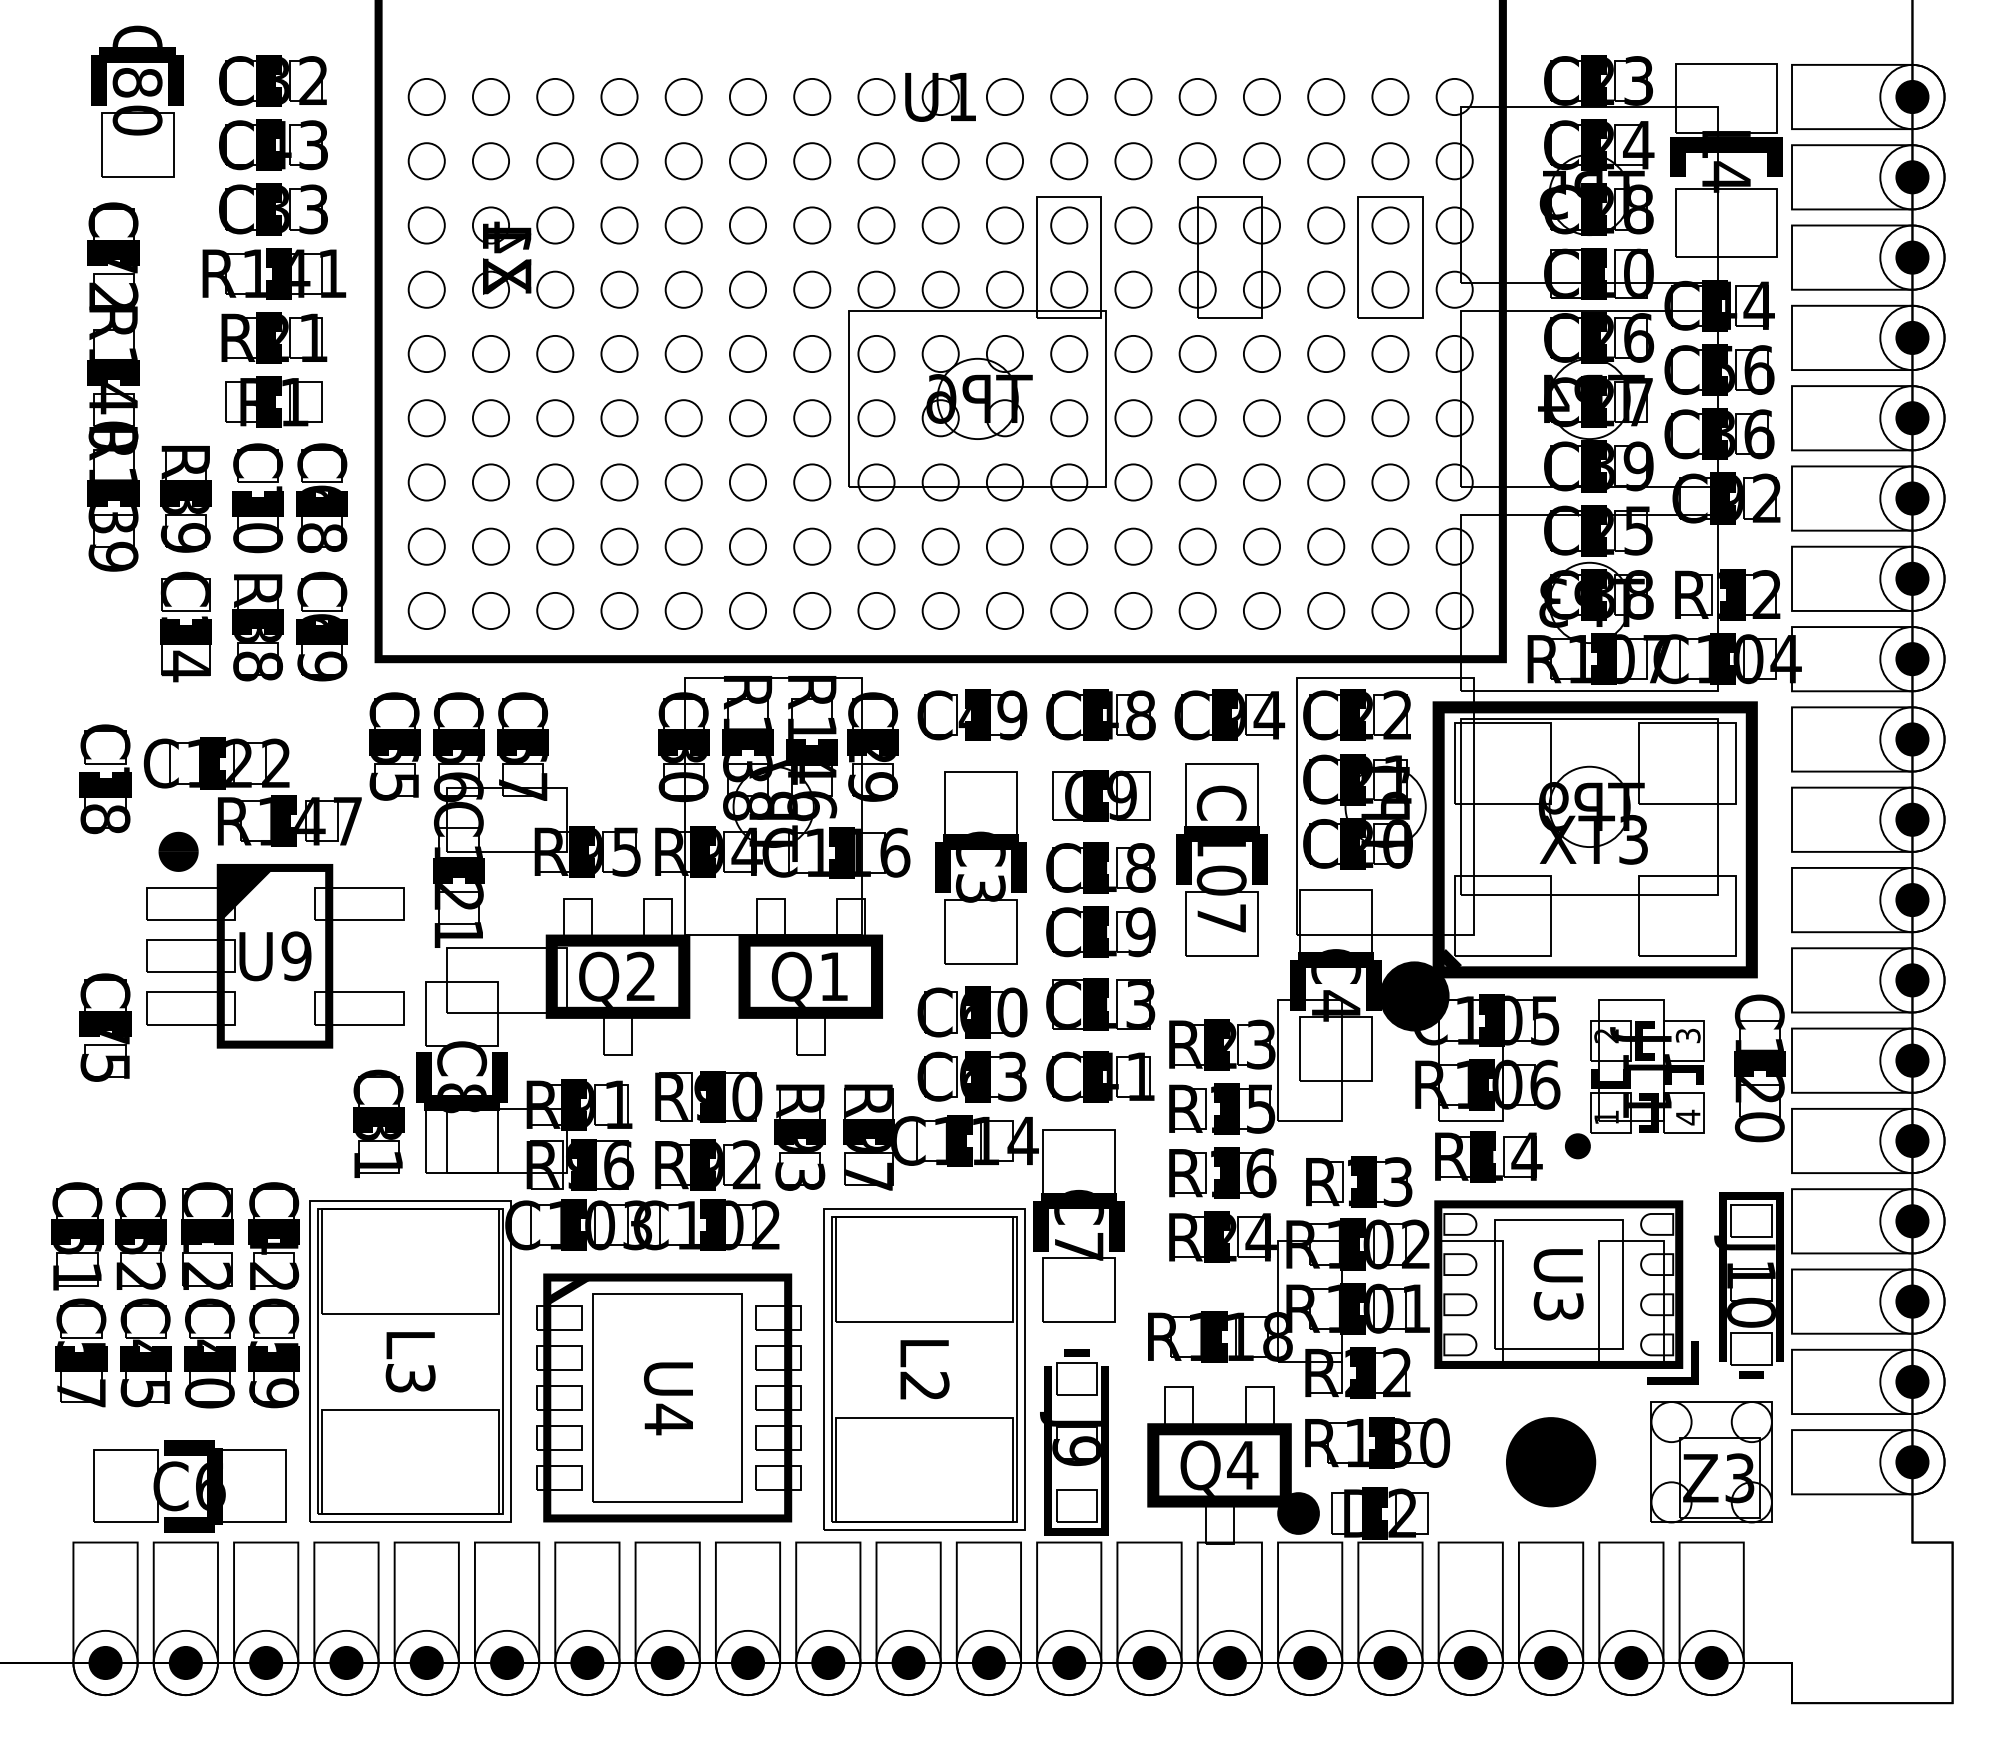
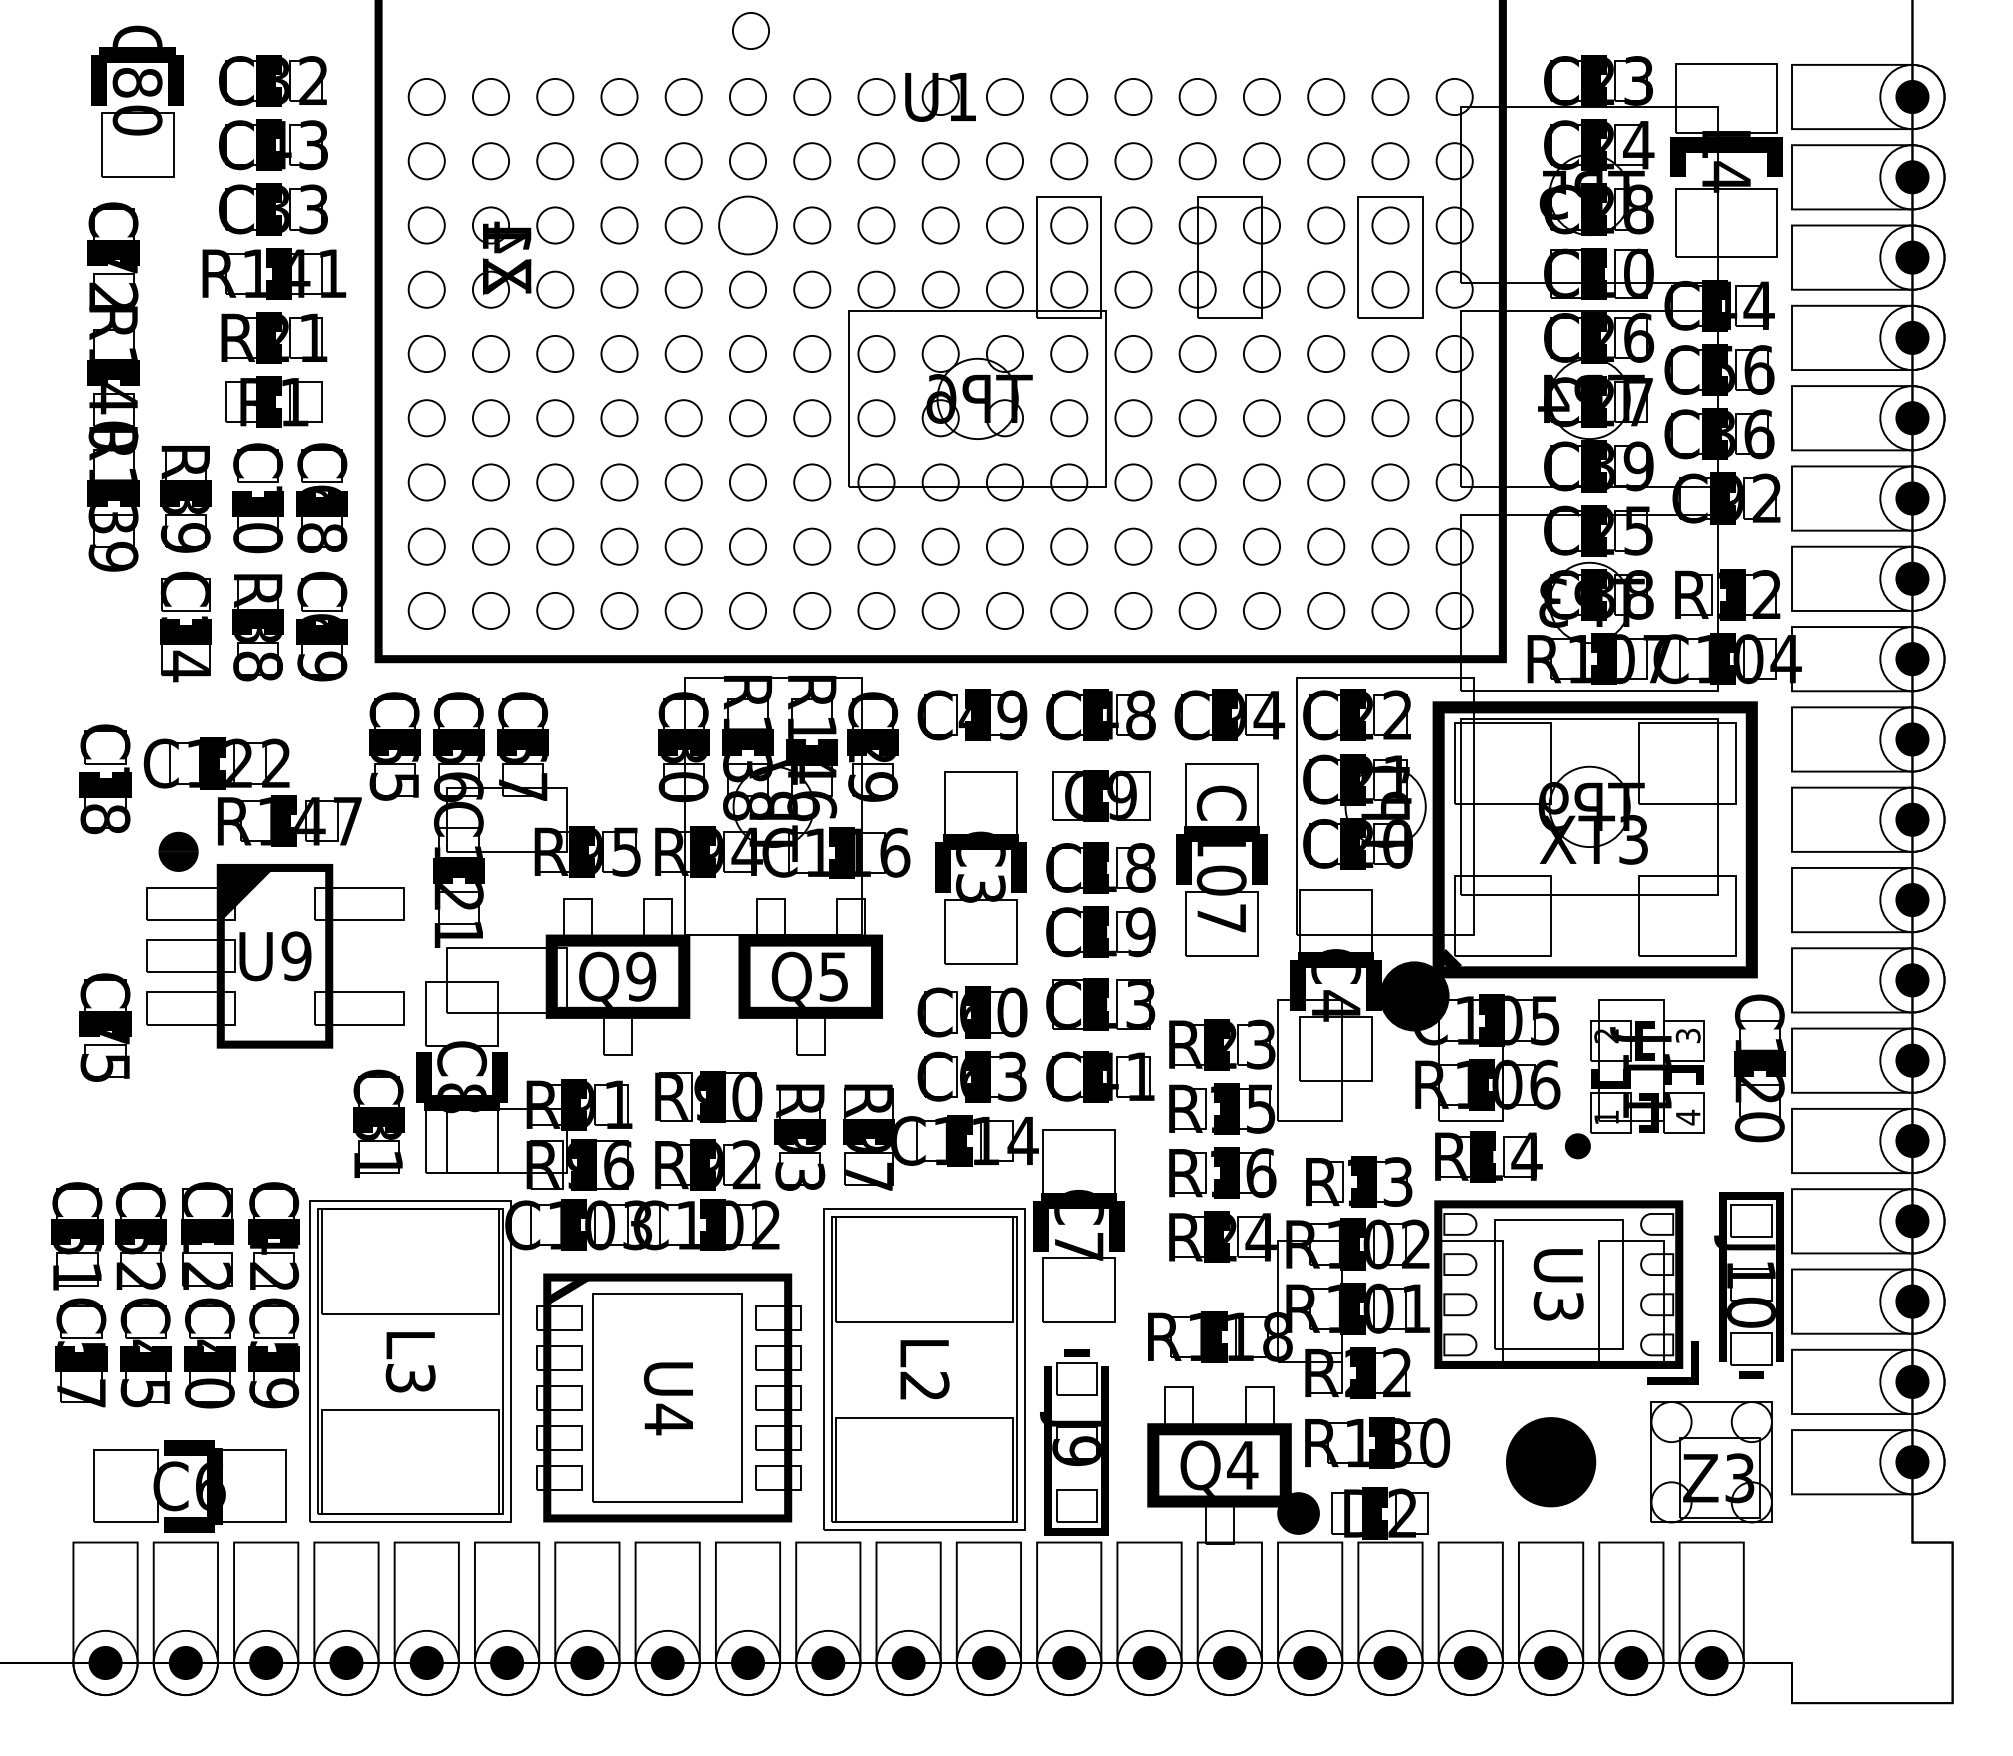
circle at (750, 30): none -> present
circle at (747, 225) diameter: 36 px -> 58 px
text at (641, 976): Q2 -> Q9
text at (833, 976): Q1 -> Q5
